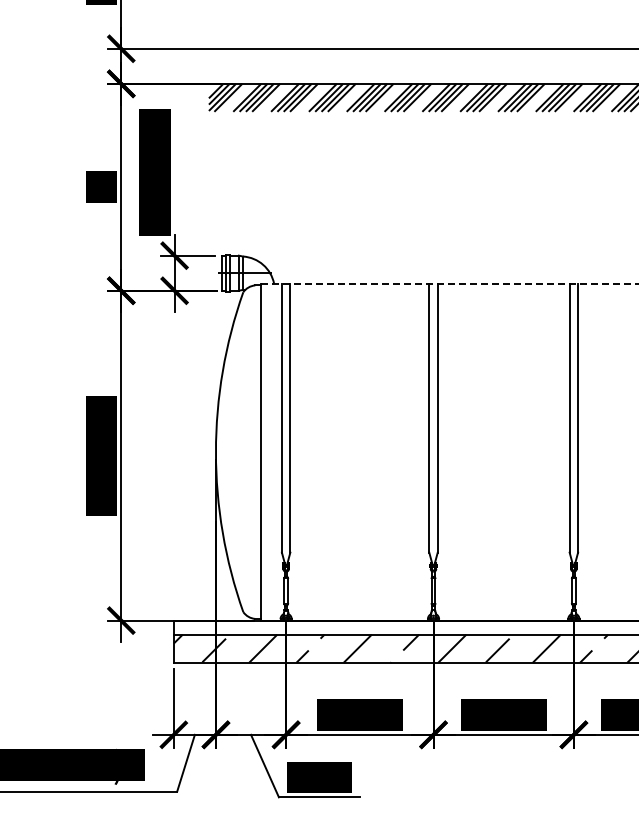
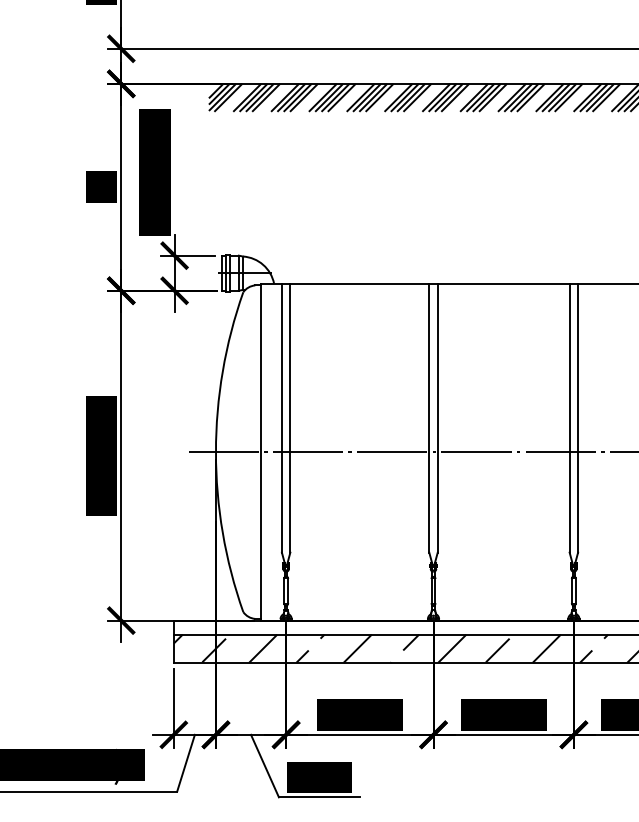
line at (449, 283): dashed -> solid
line at (411, 452): none -> present
